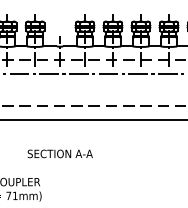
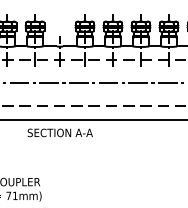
line at (93, 74) position: (93, 74) -> (93, 83)
text at (59, 153) position: (59, 153) -> (59, 132)
